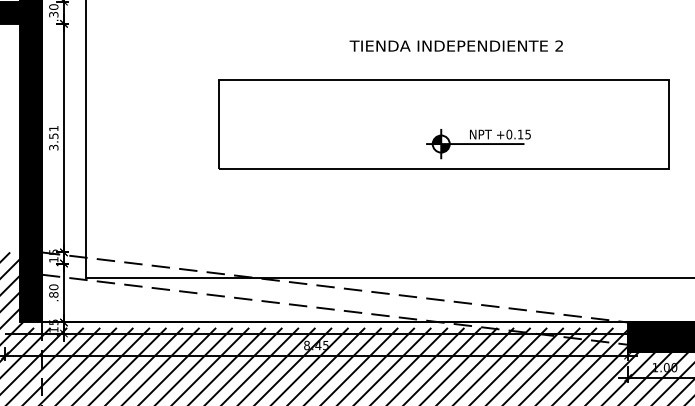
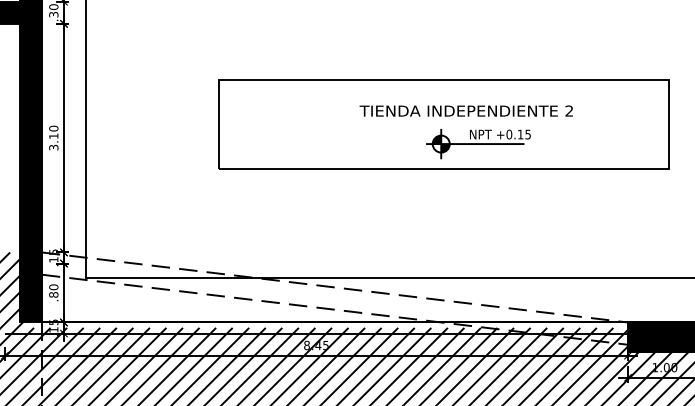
text at (455, 45) position: (455, 45) -> (465, 110)
text at (53, 132): 3.51 -> 3.10
